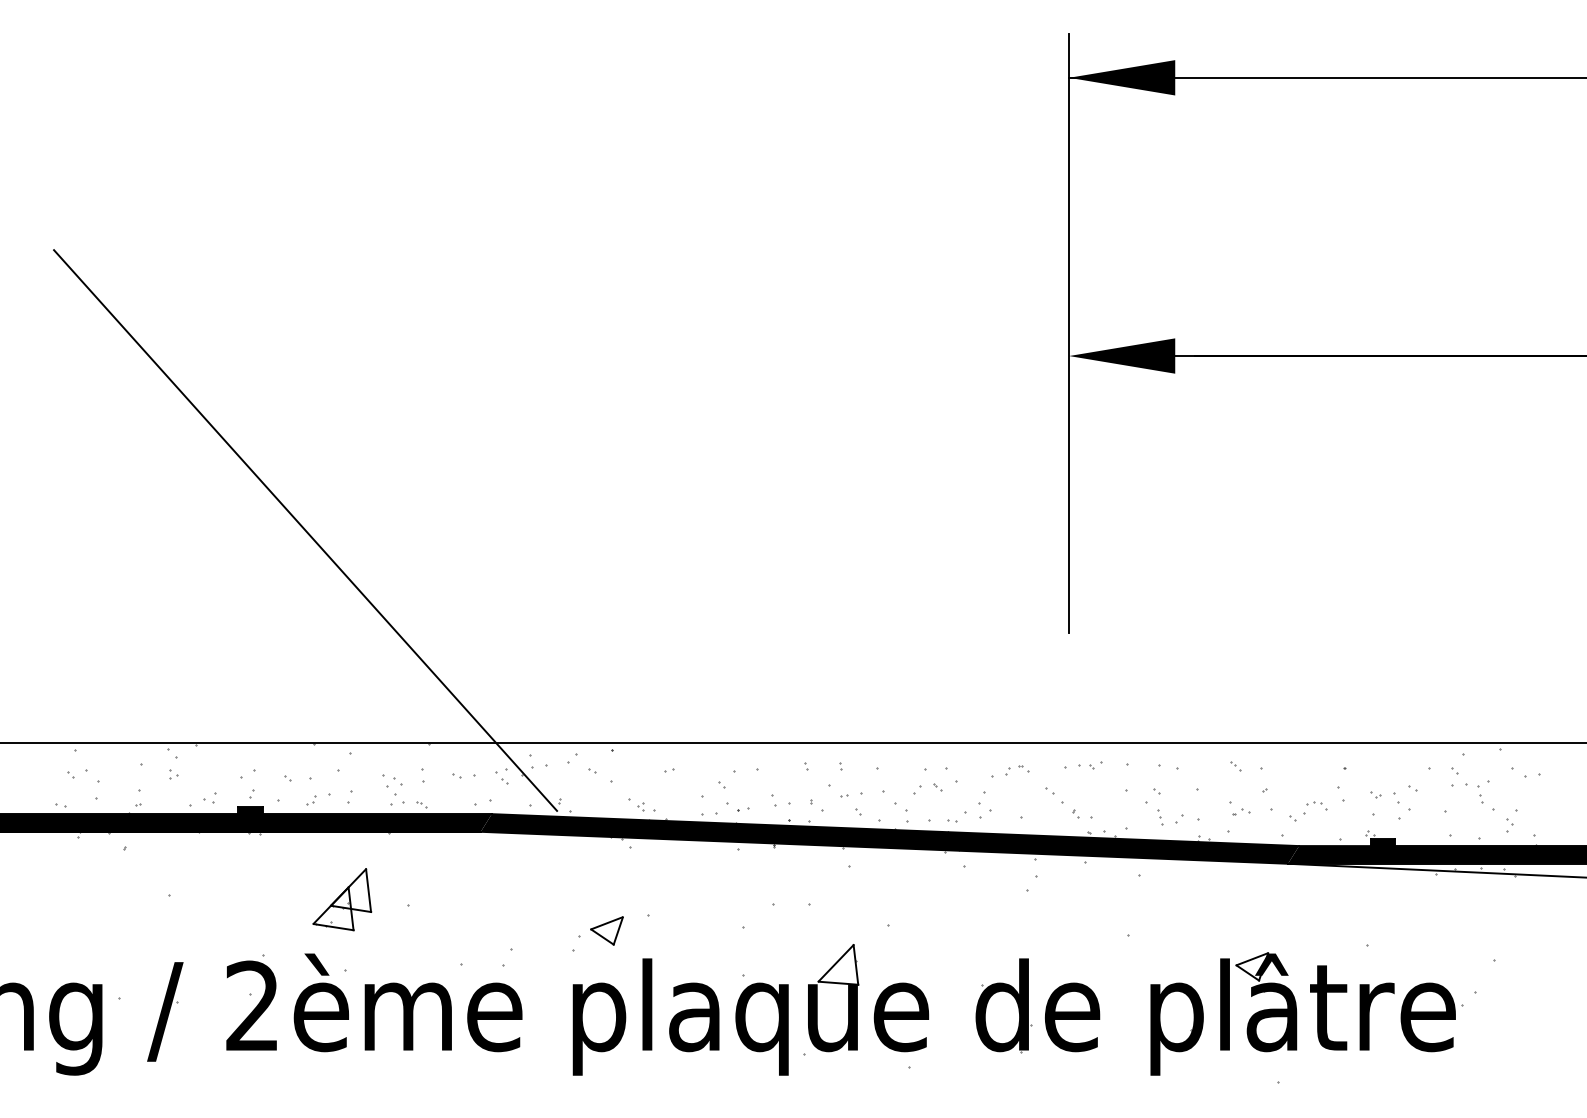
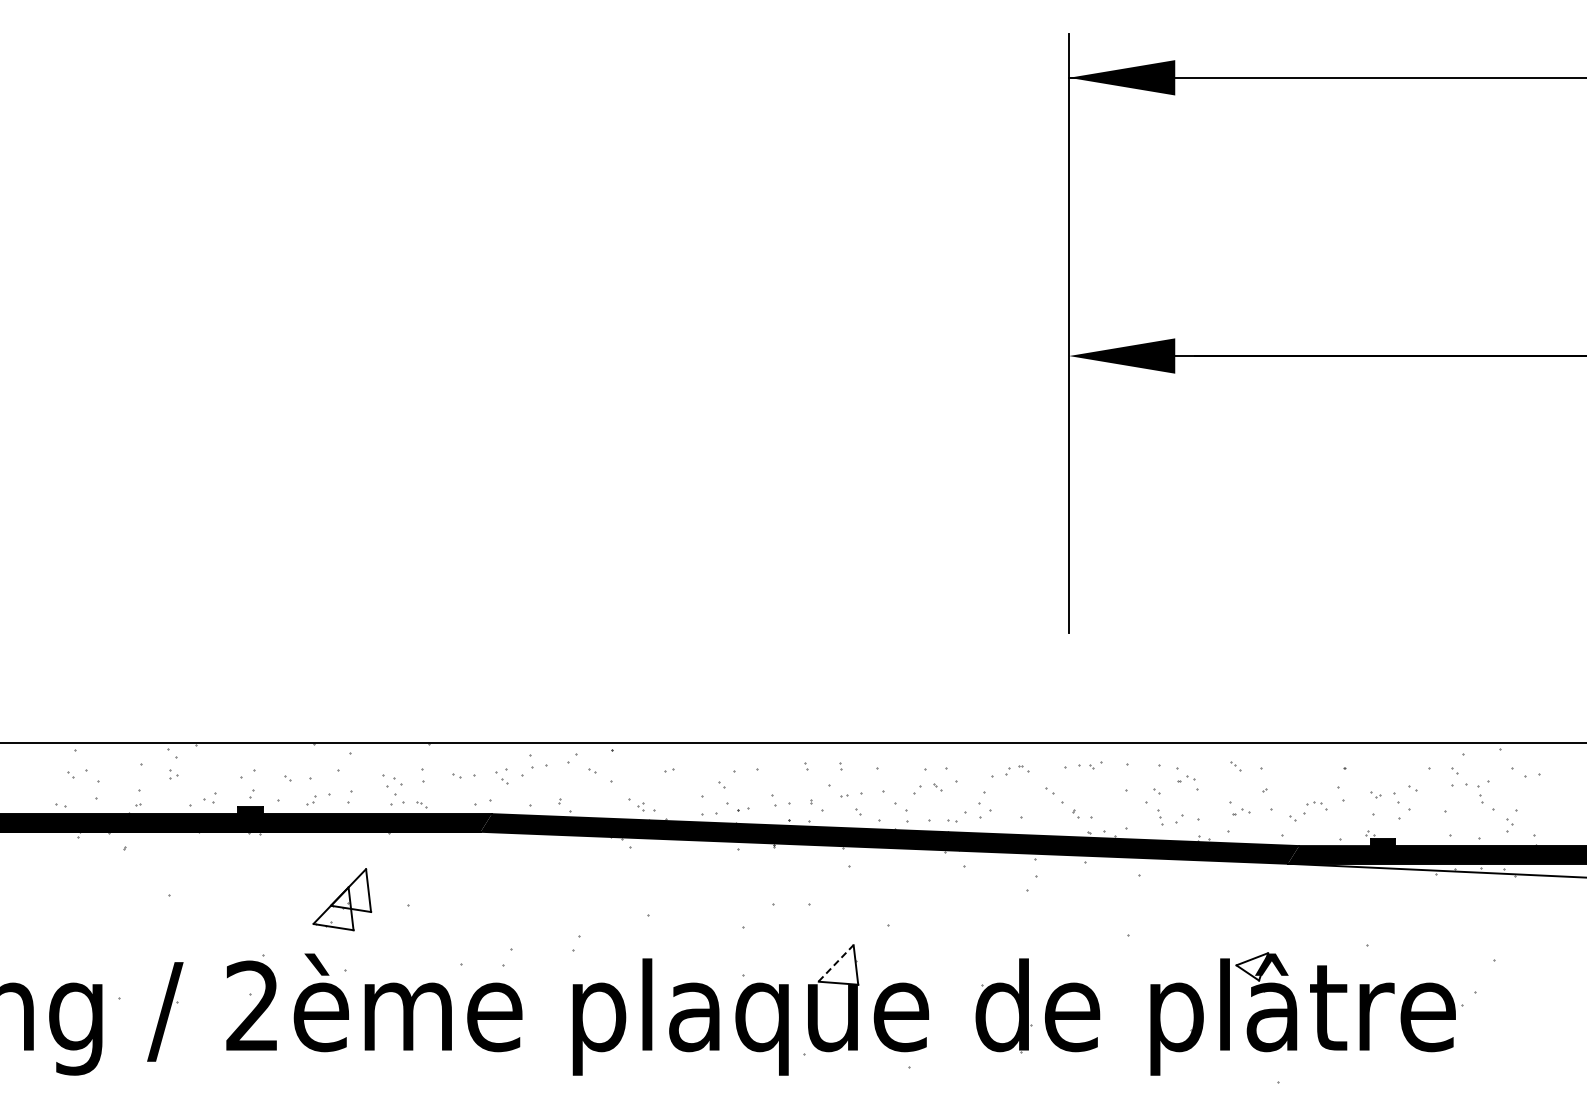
line at (305, 530): present -> none
part at (1186, 778): none -> present
part at (606, 930): present -> none
line at (836, 962): solid -> dashed
